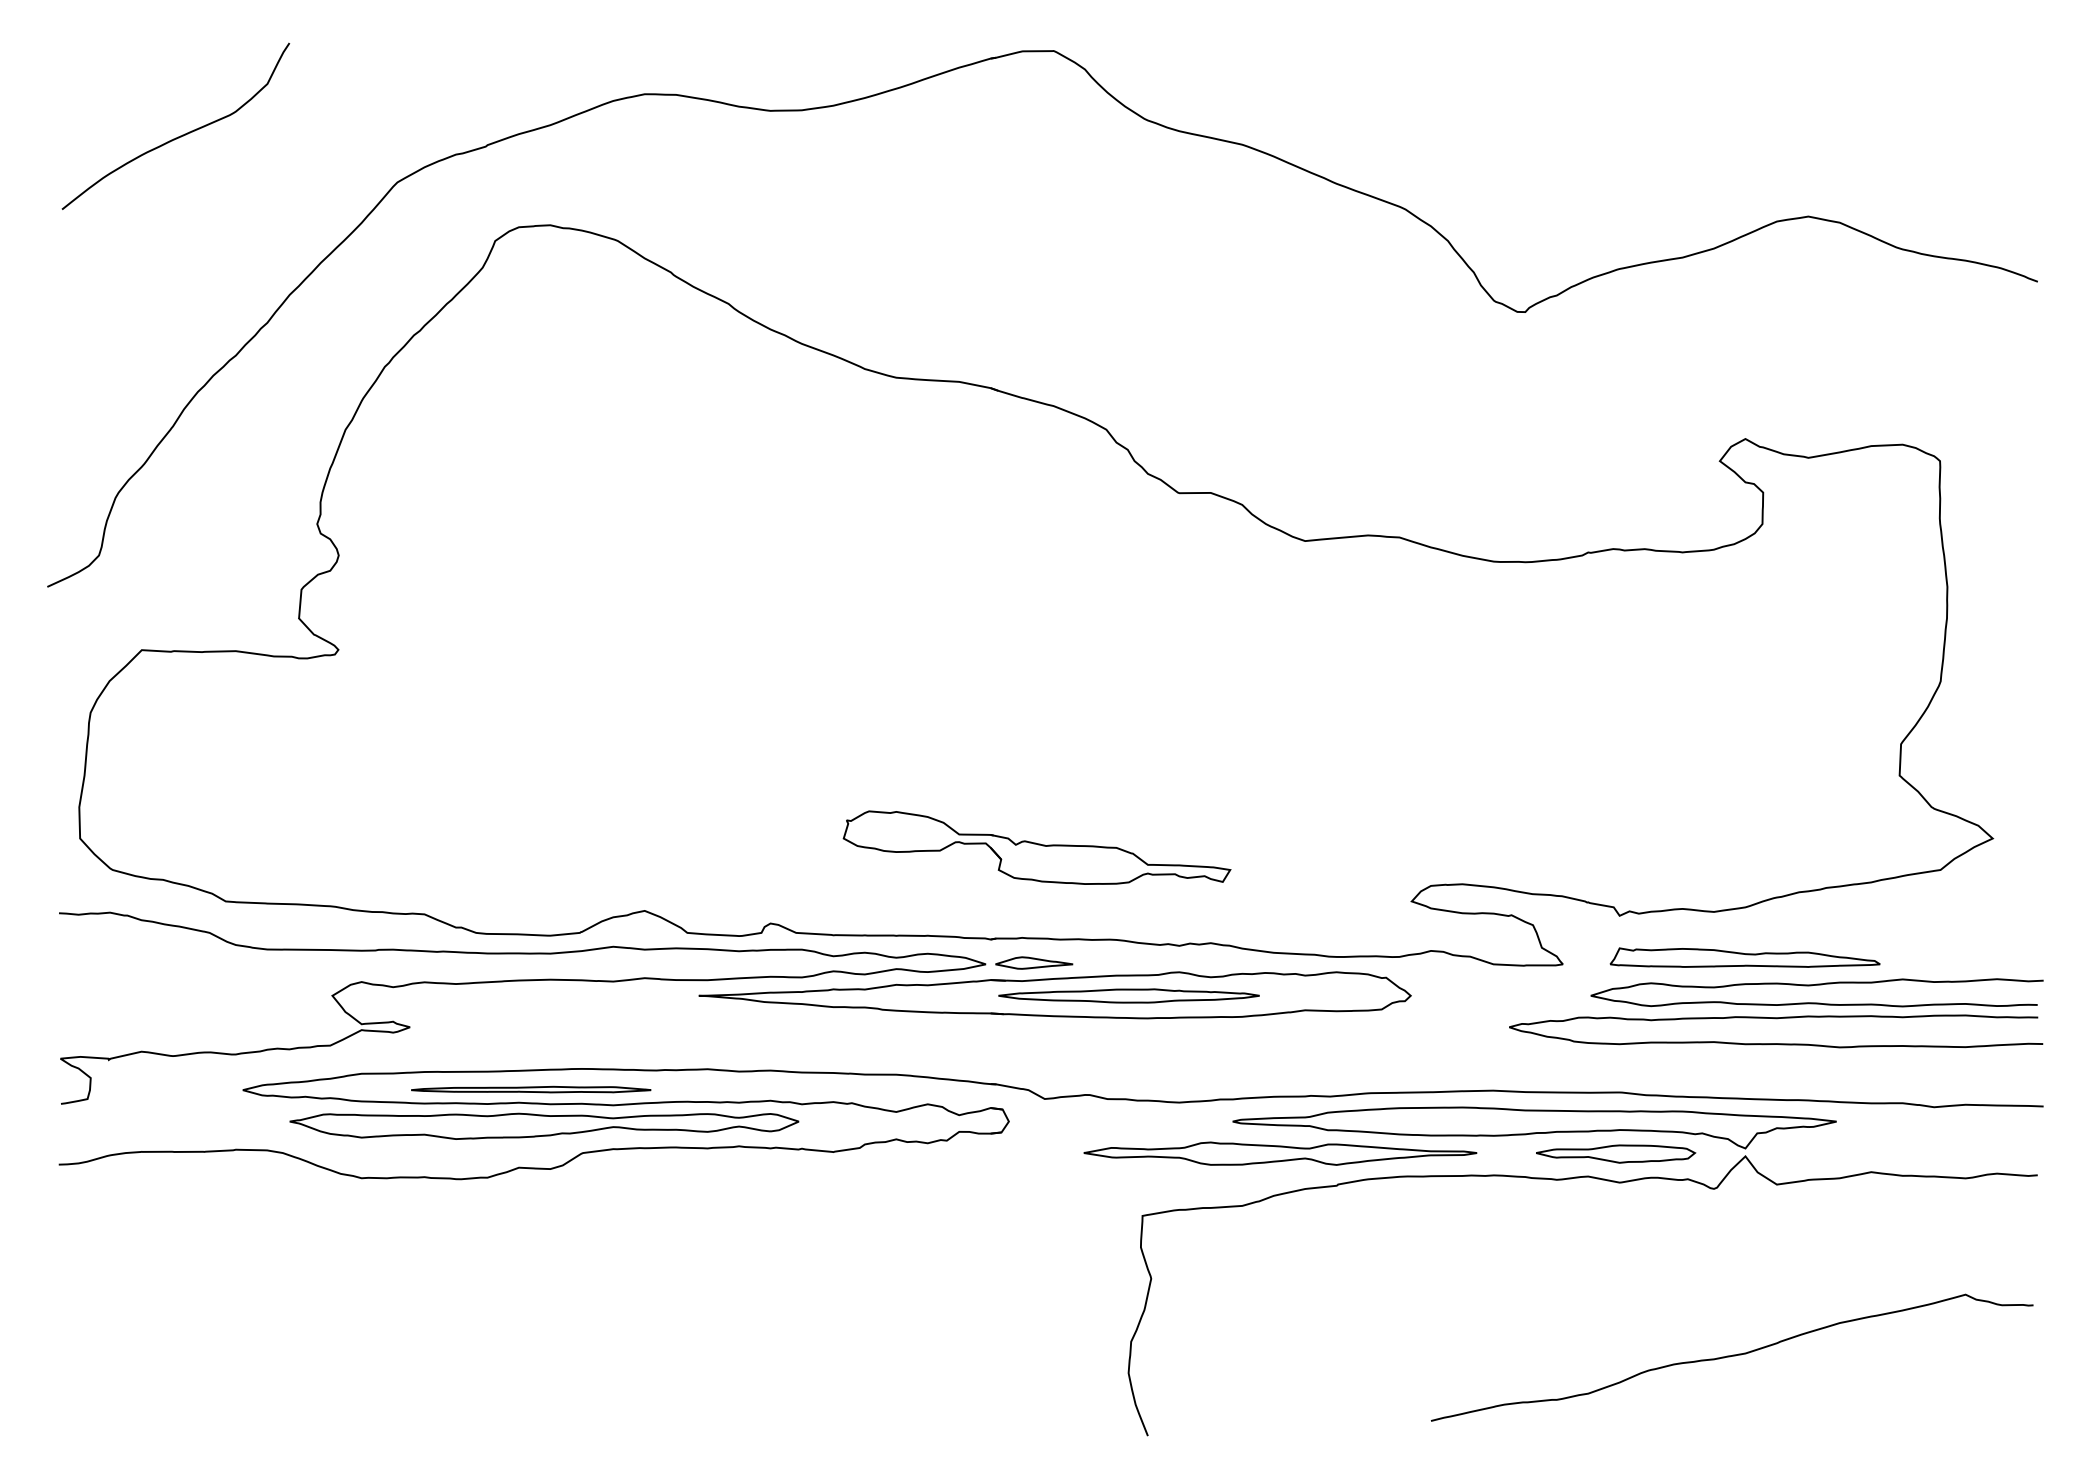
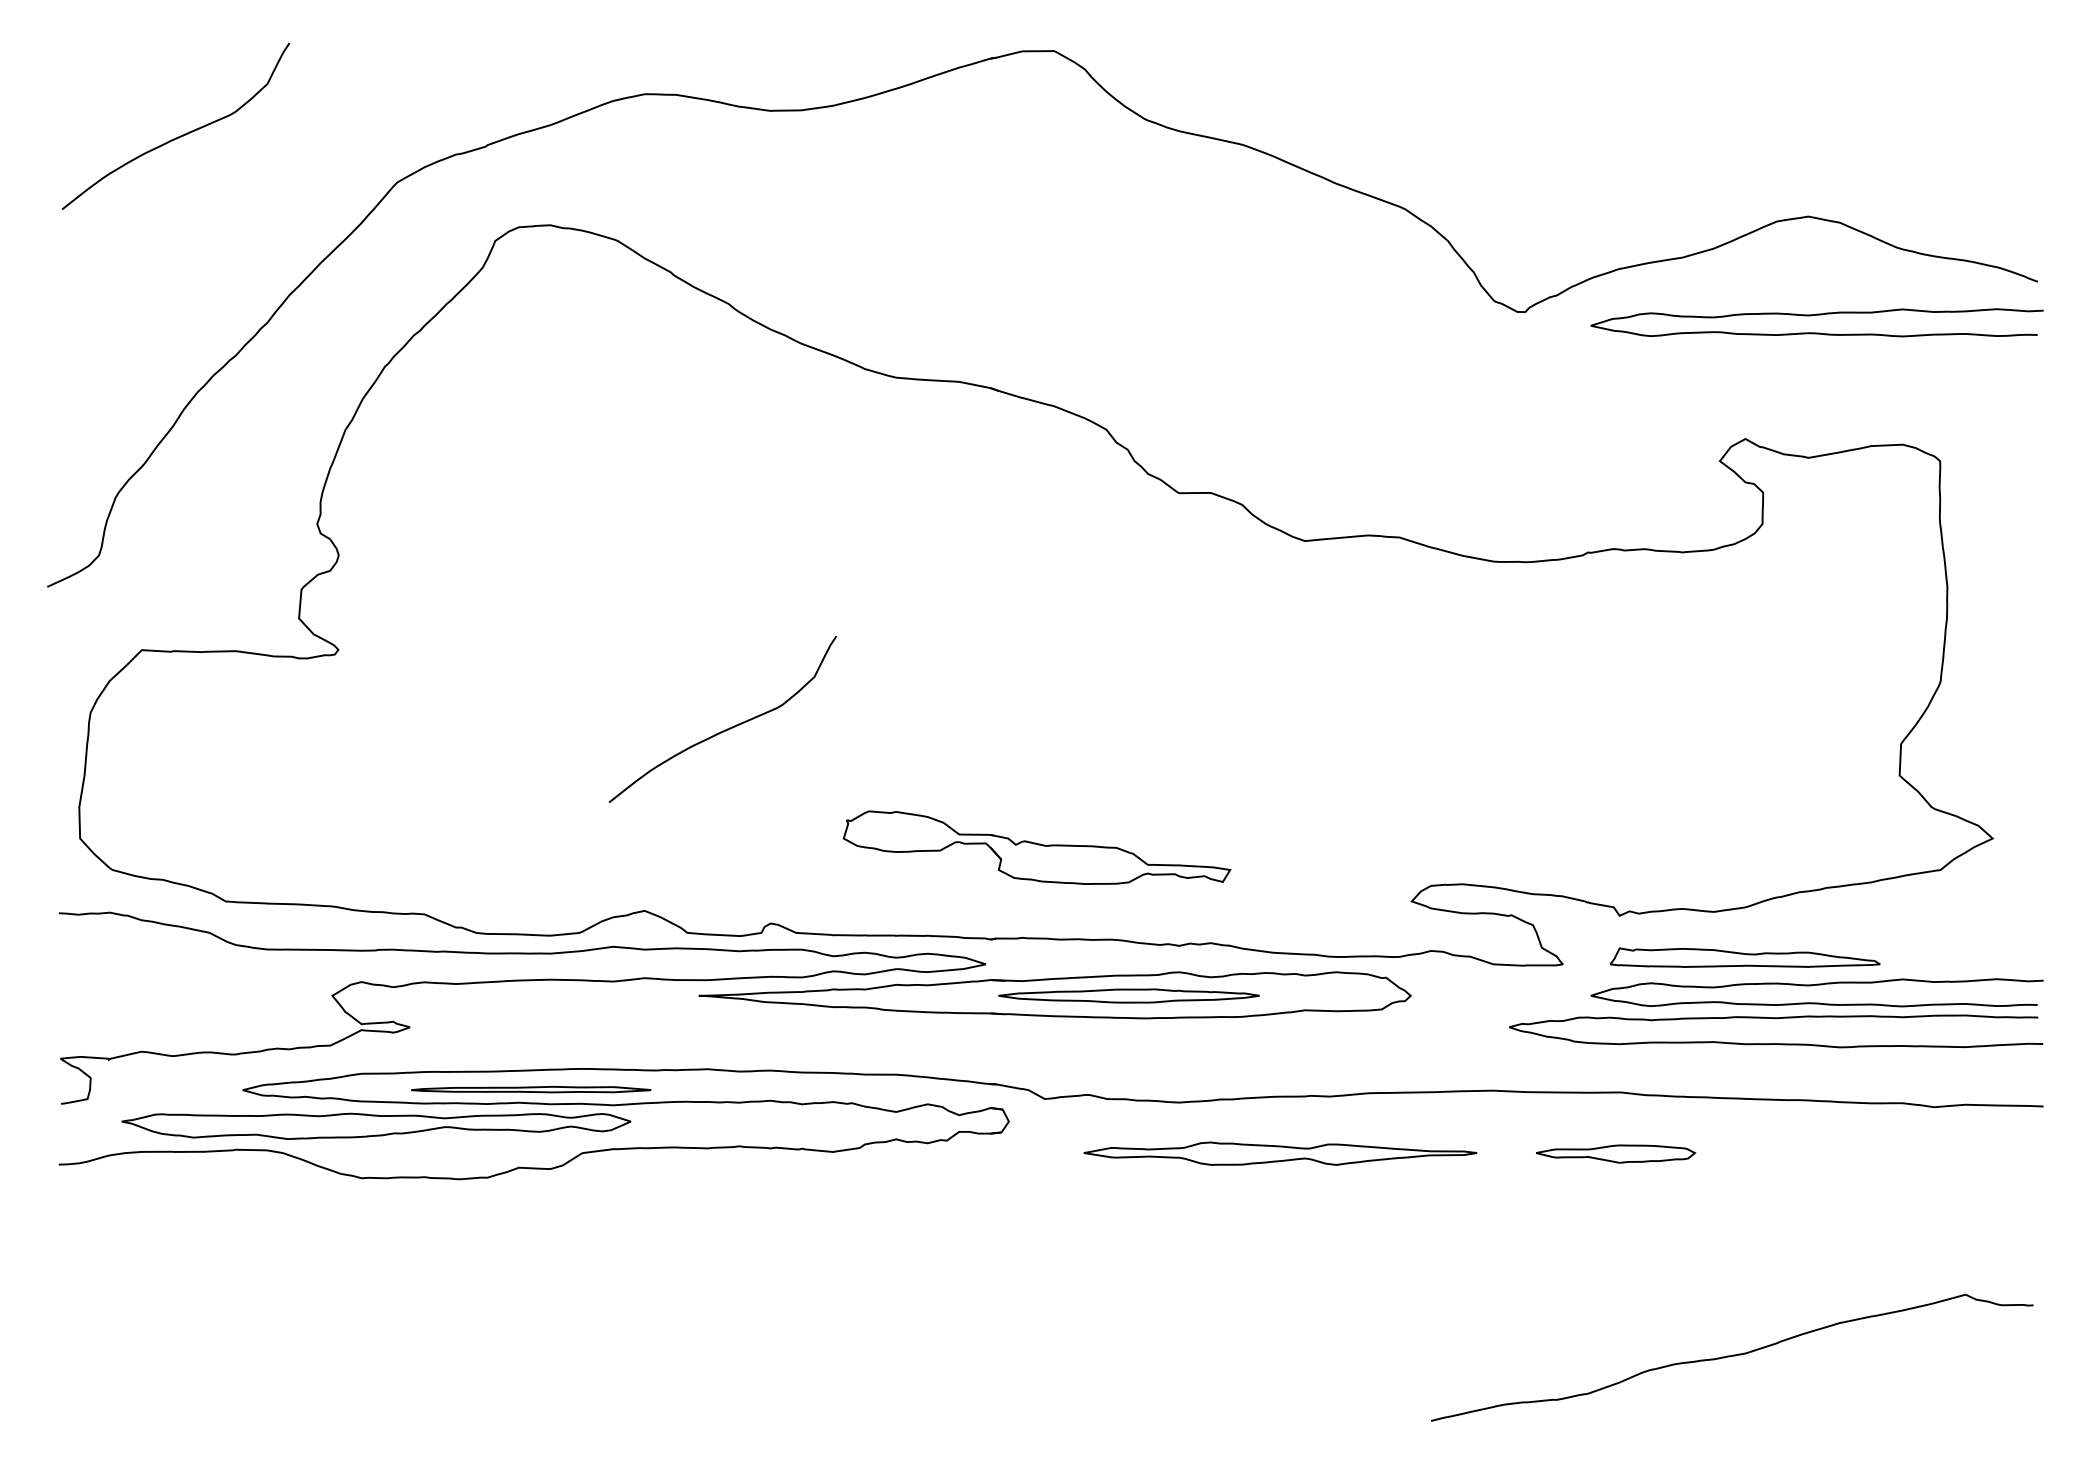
curve at (1816, 315): none -> present
curve at (727, 728): none -> present
part at (1034, 962): present -> none
part at (544, 1125) position: (544, 1125) -> (376, 1125)
part at (1571, 1179): present -> none
